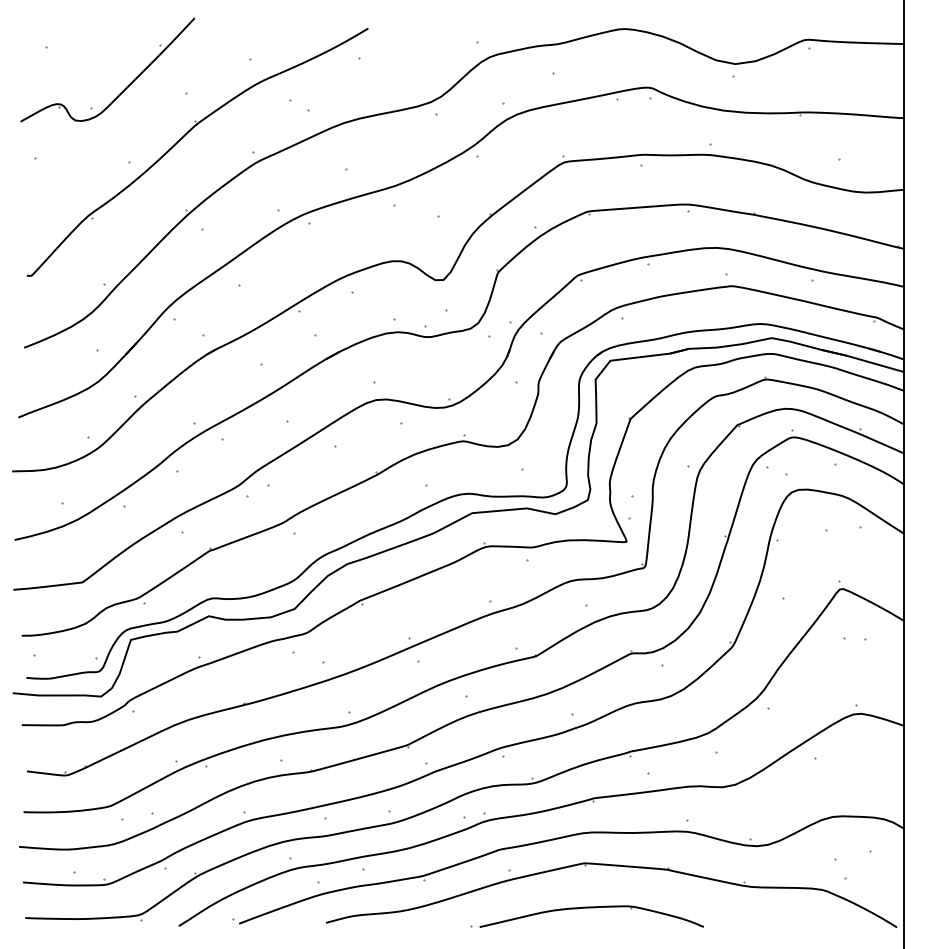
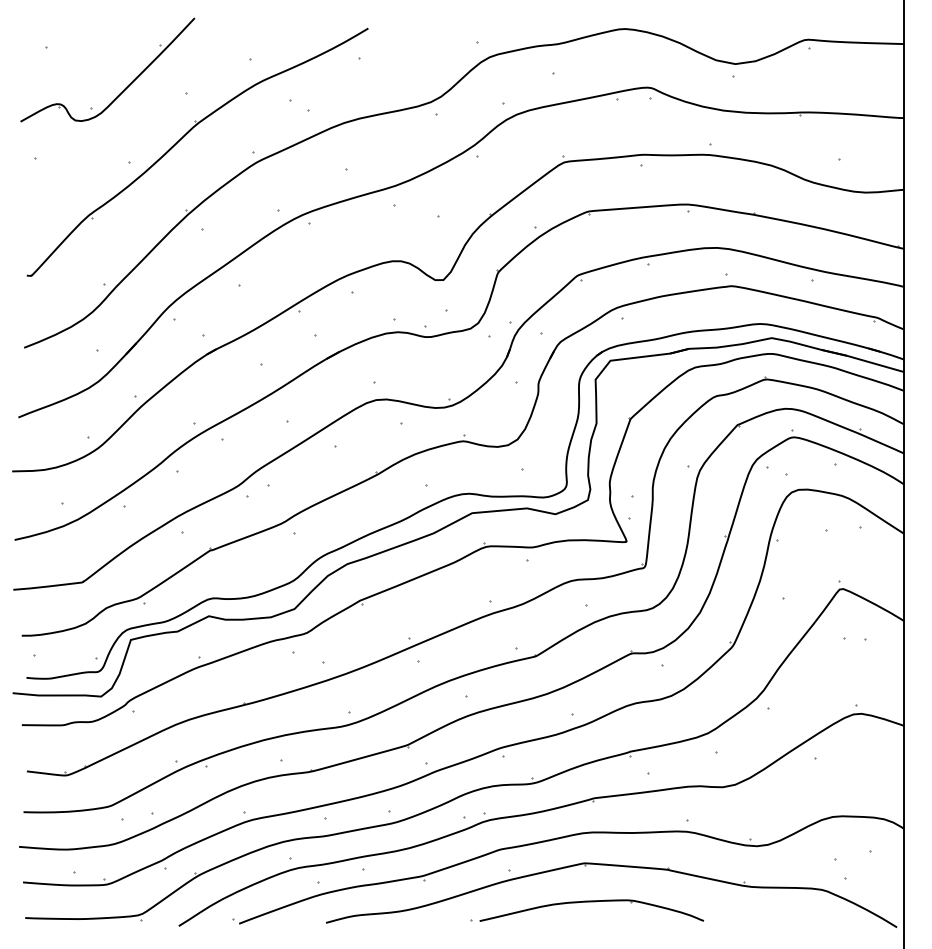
part at (587, 908) position: (587, 908) -> (587, 902)
